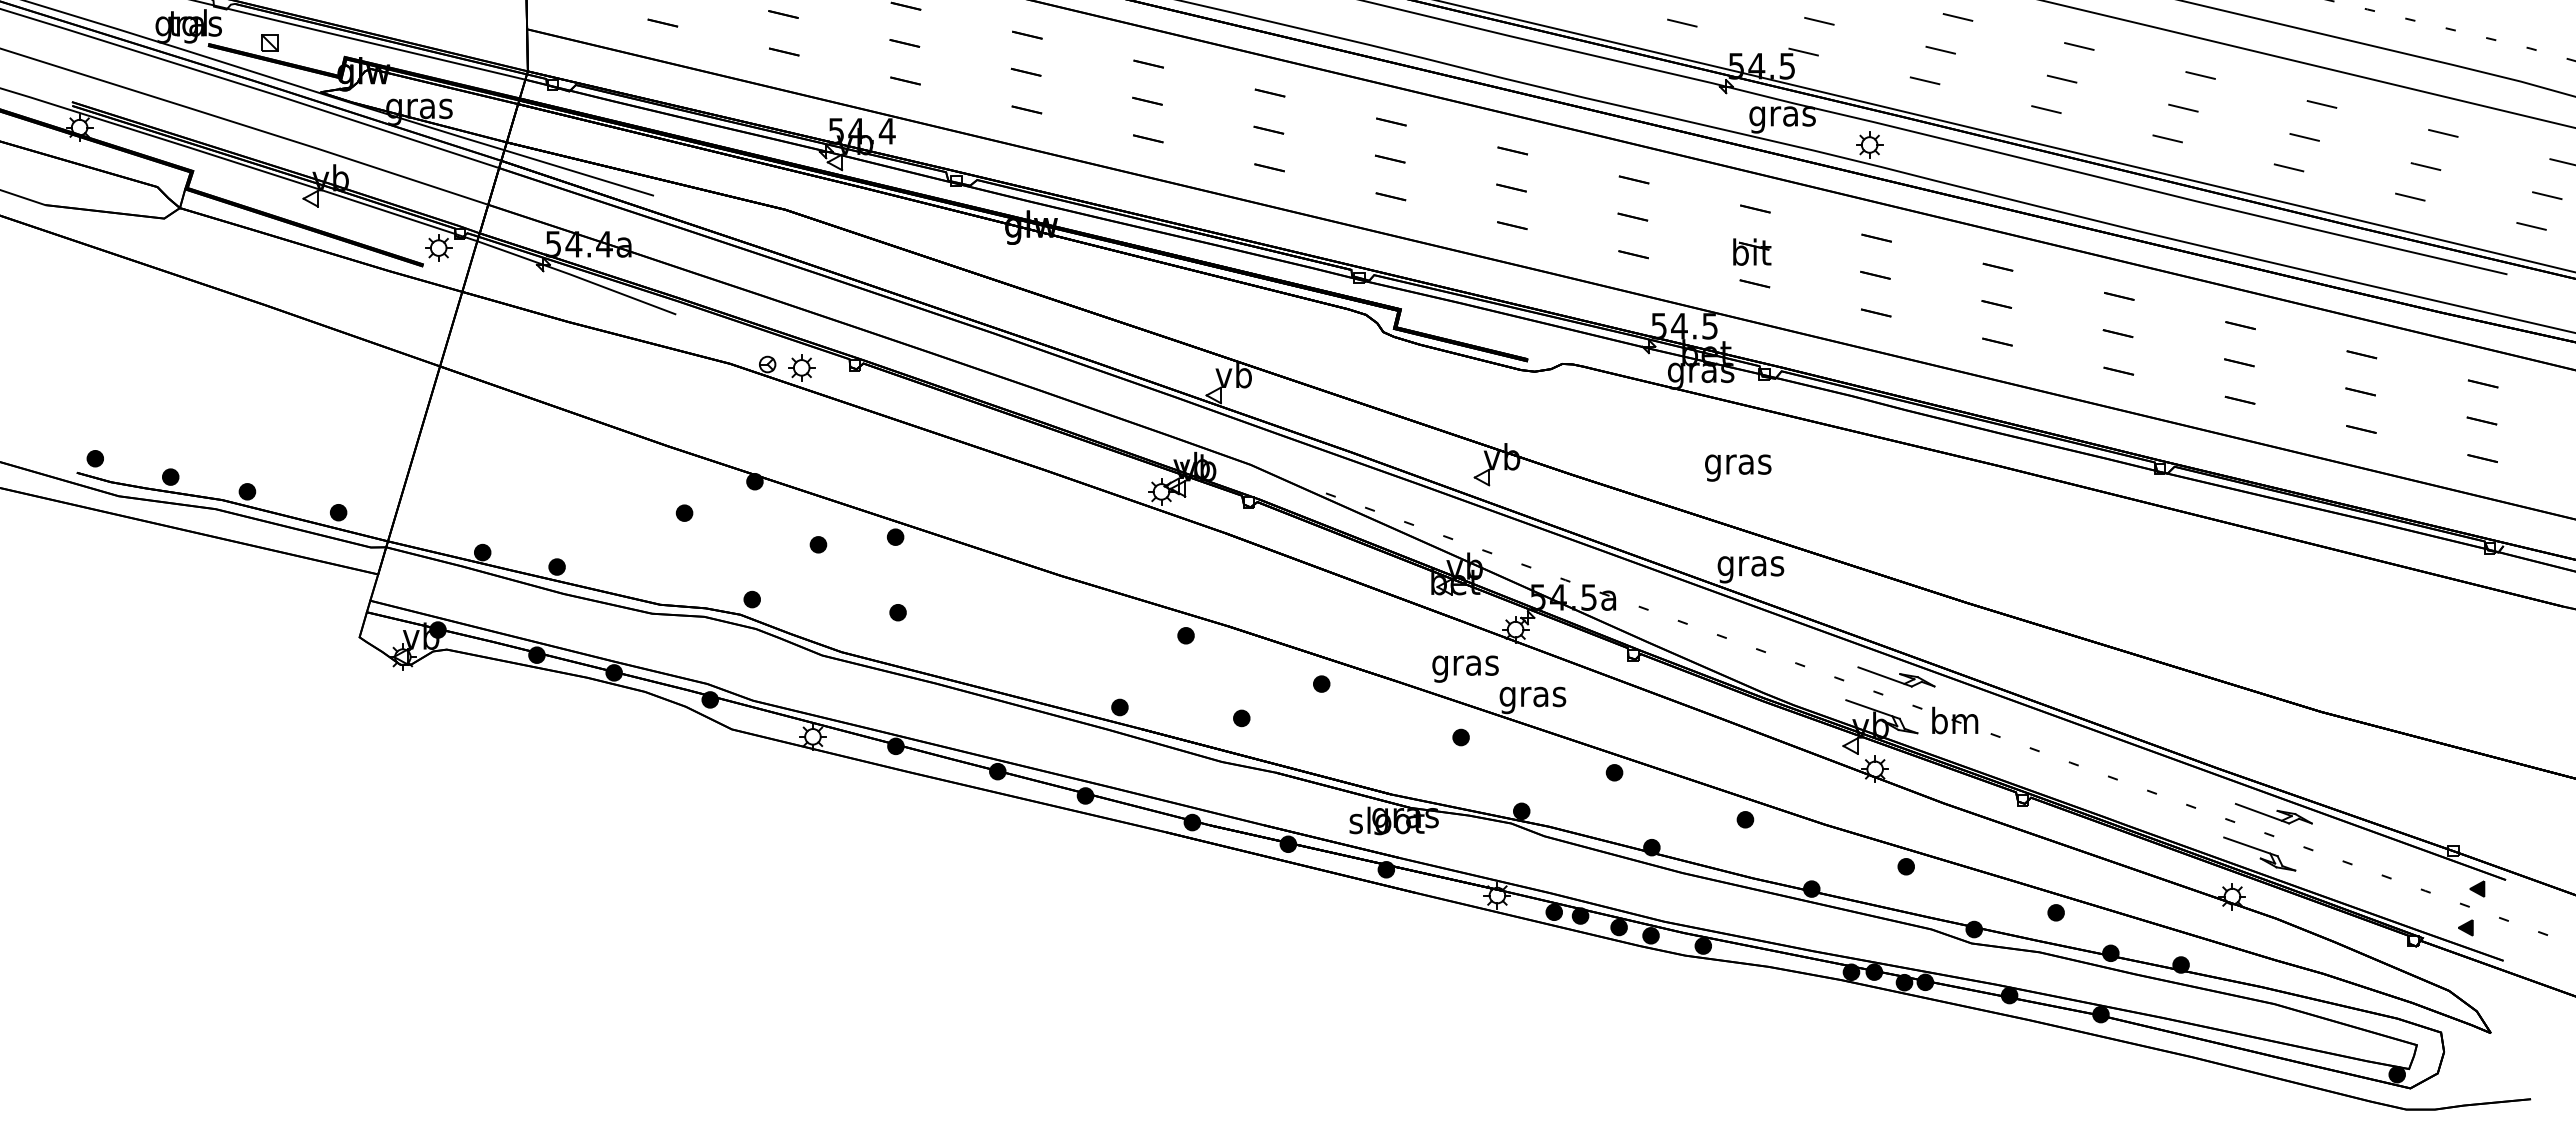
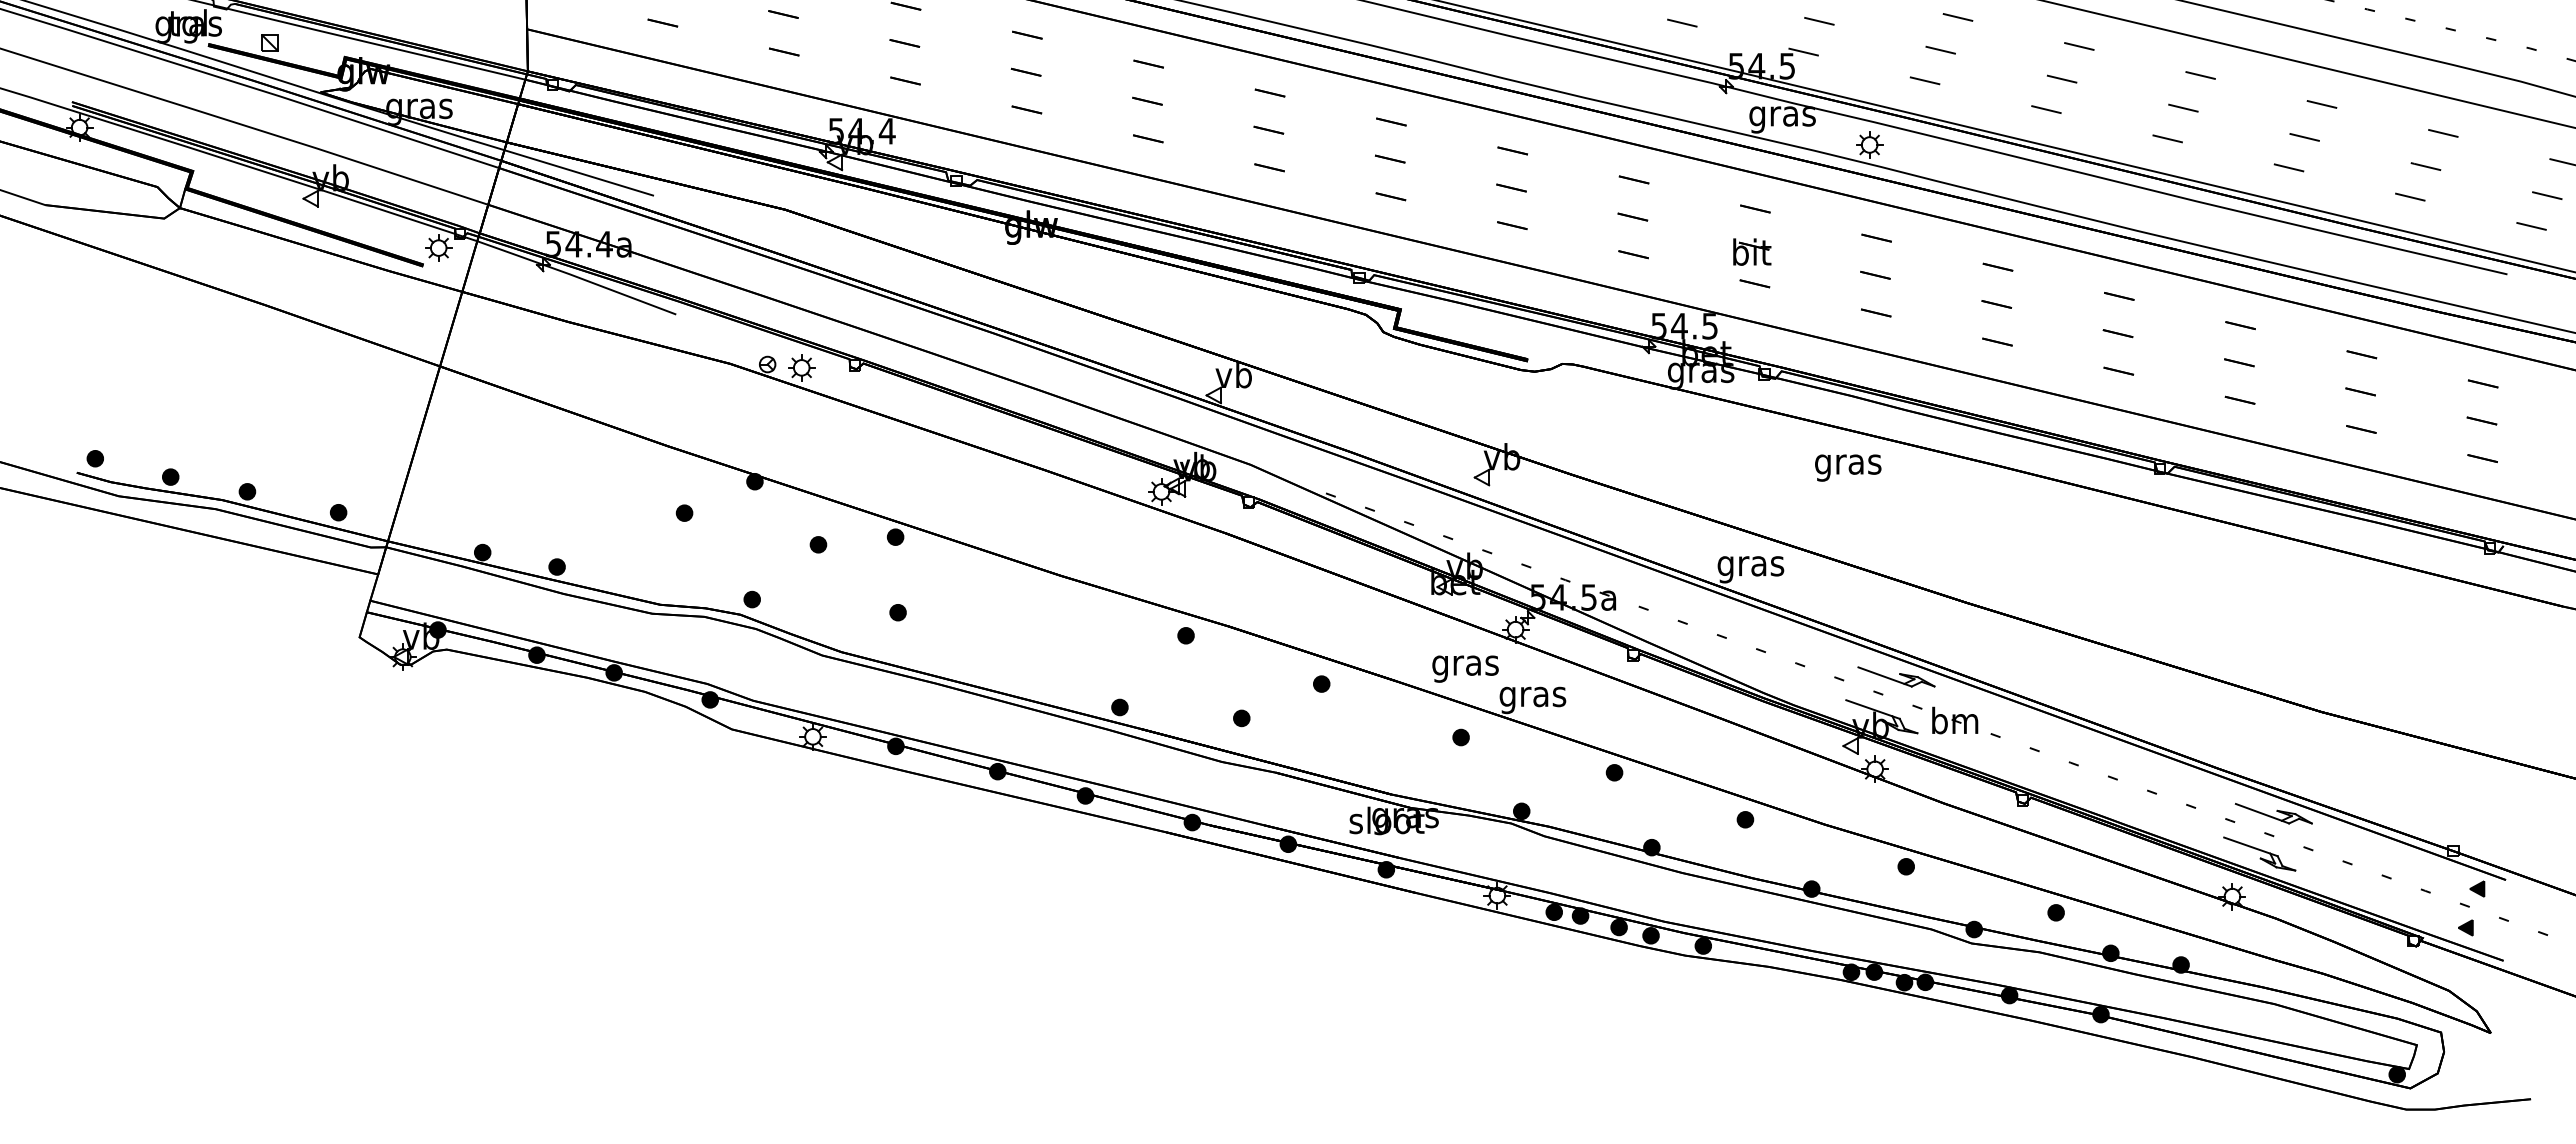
text at (1738, 467) position: (1738, 467) -> (1848, 467)
